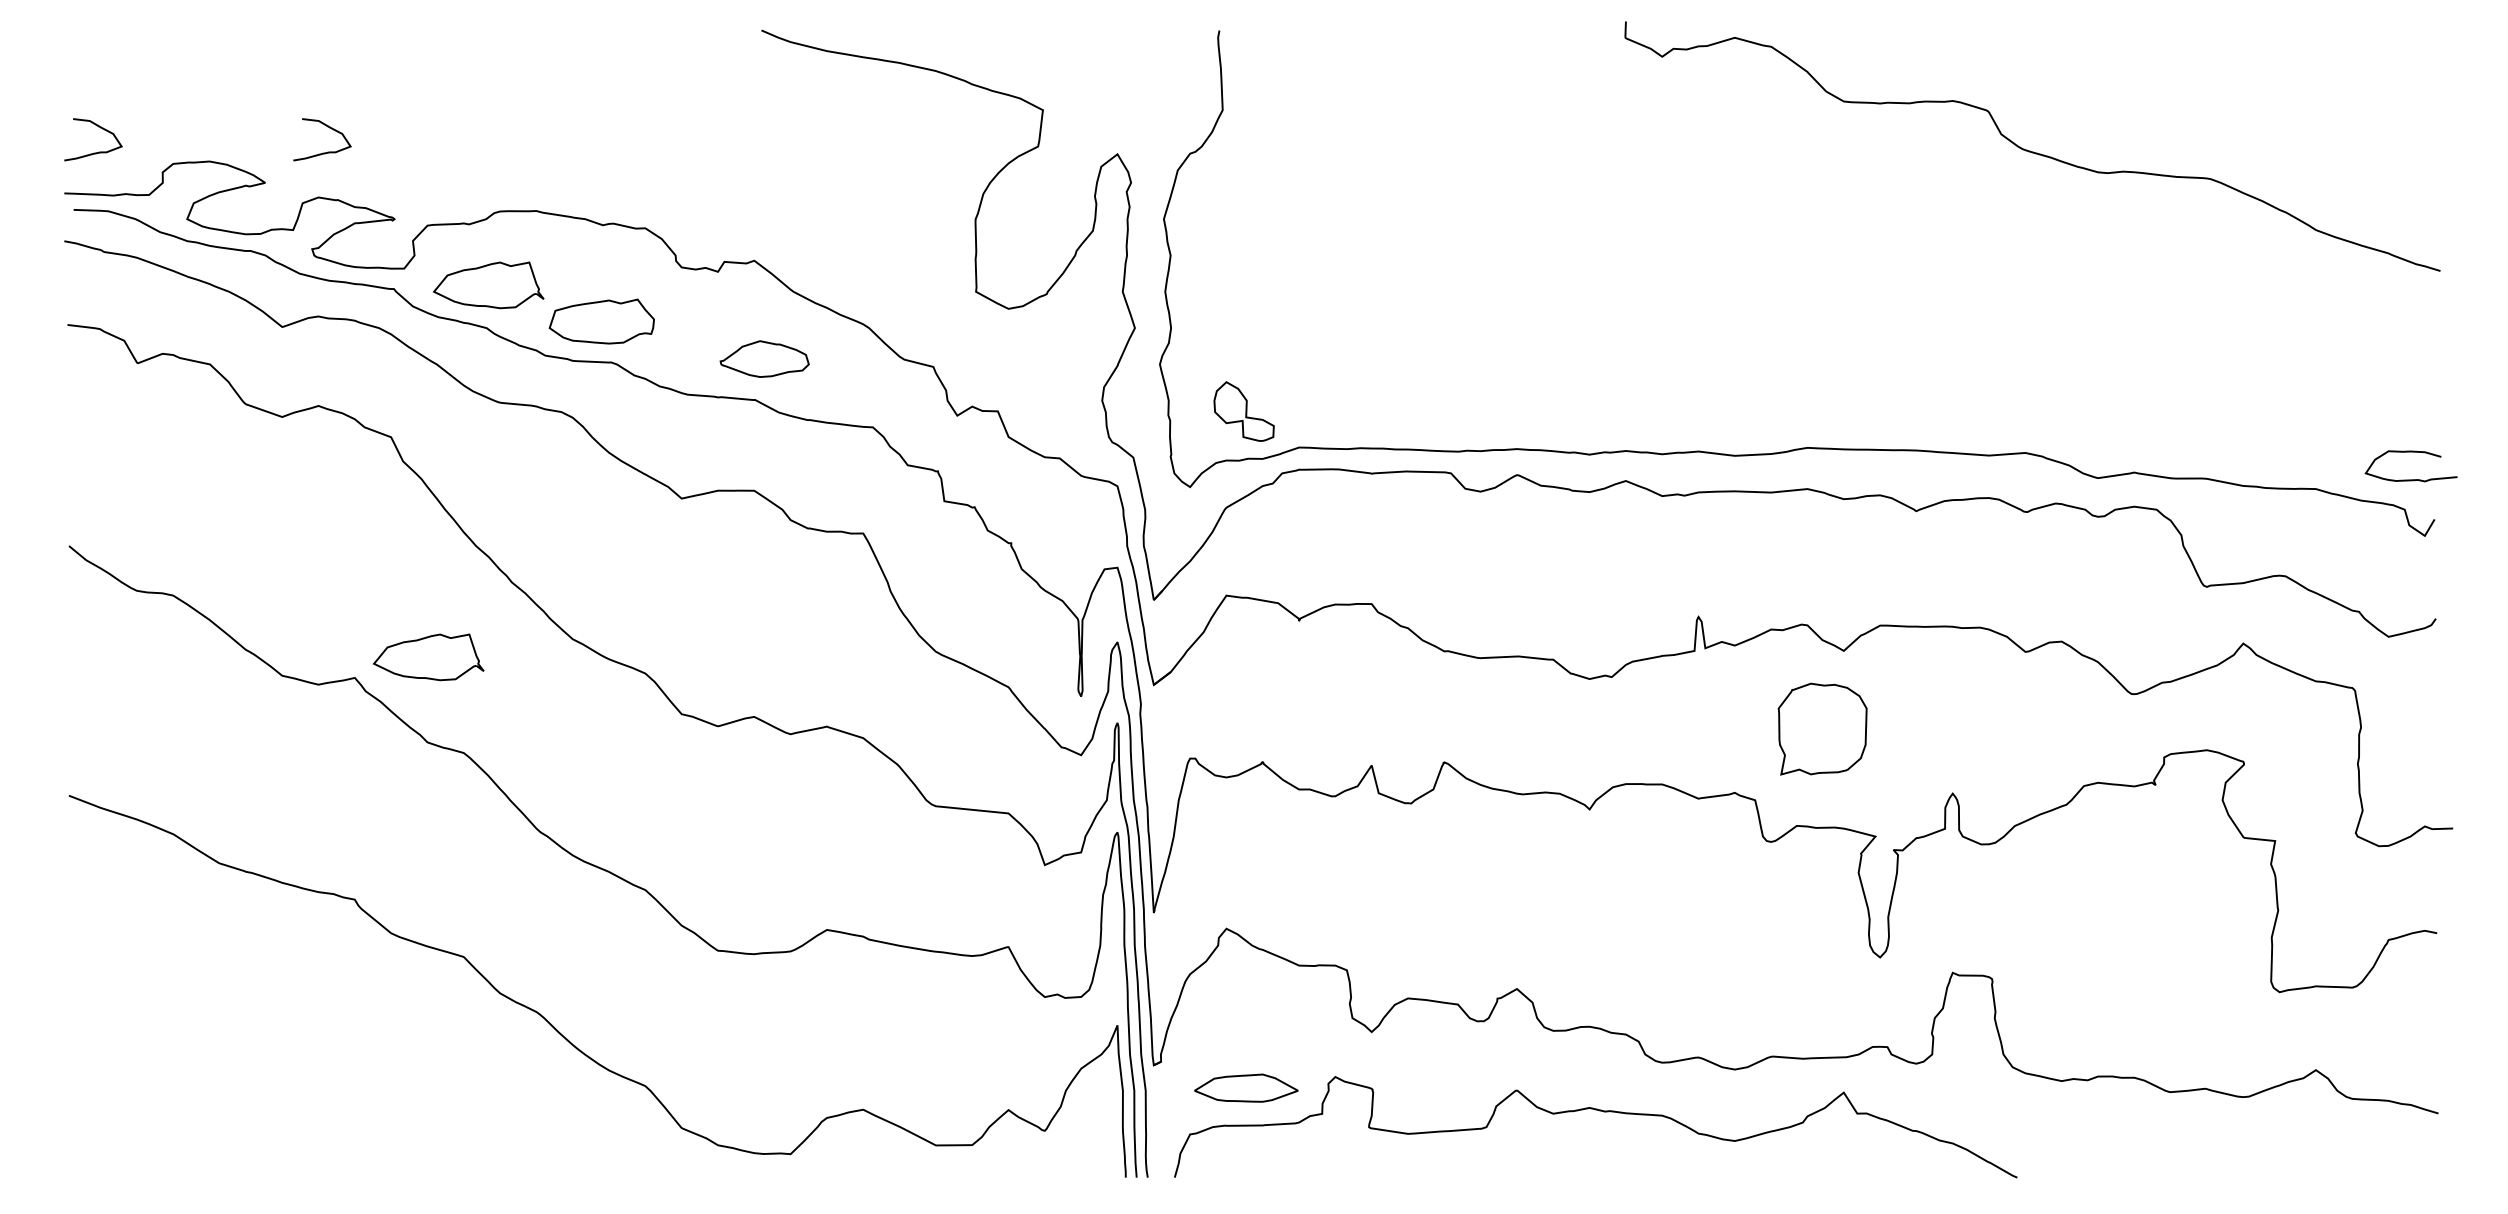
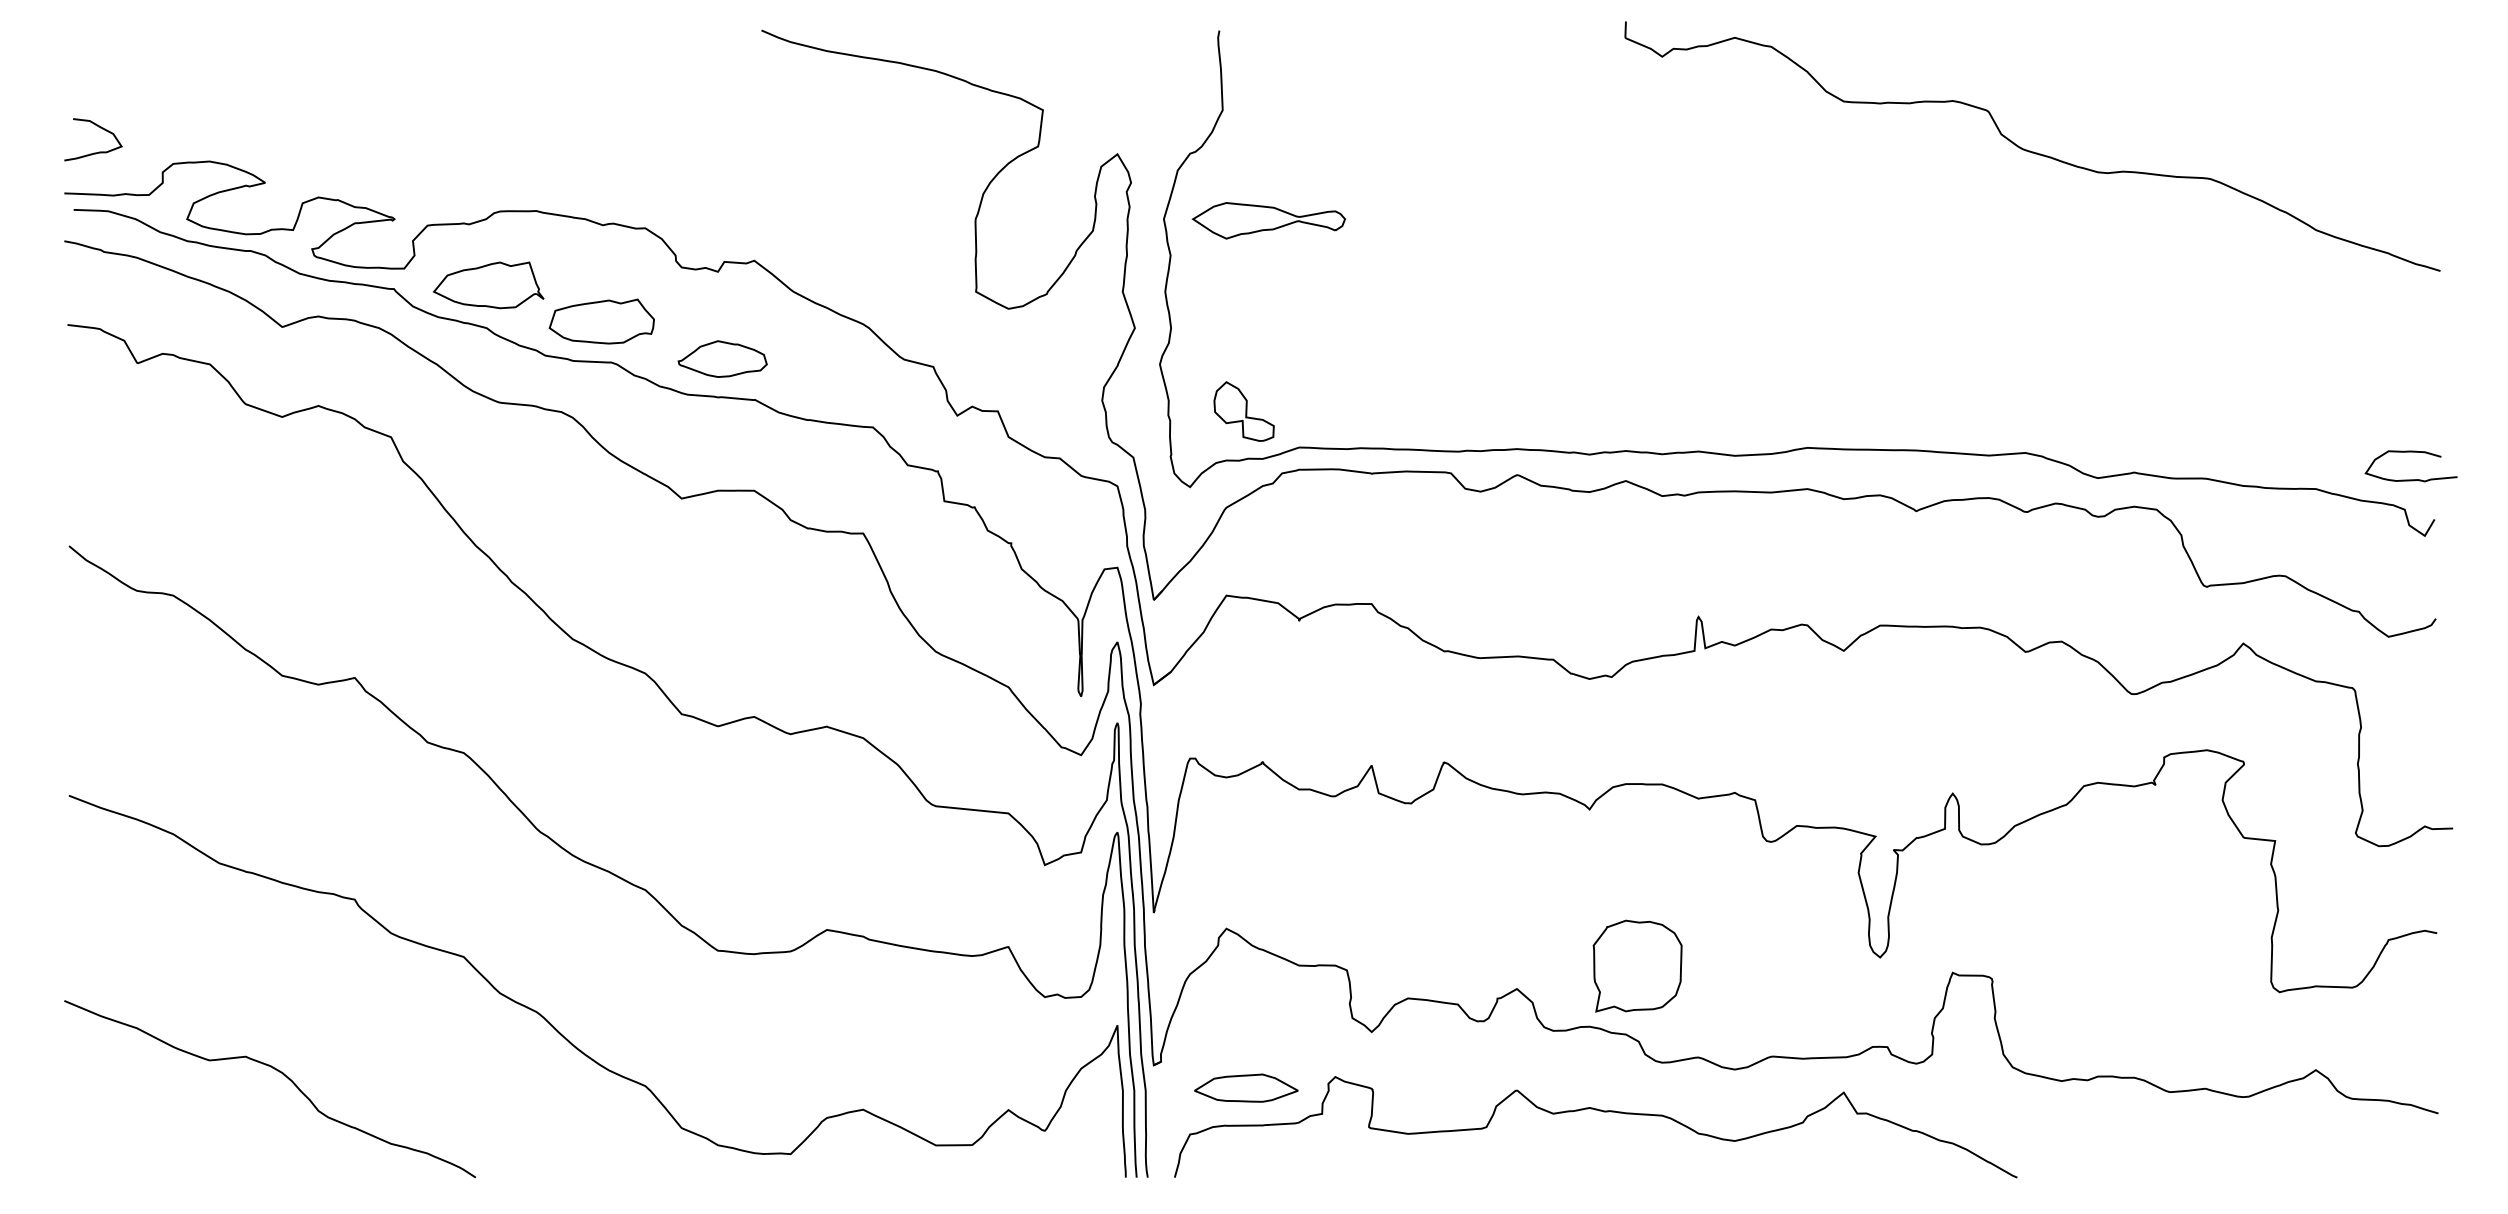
curve at (327, 127): present -> none
part at (1268, 220): none -> present
part at (764, 358) position: (764, 358) -> (722, 358)
part at (428, 657): present -> none
part at (1822, 728) position: (1822, 728) -> (1637, 965)
curve at (277, 1071): none -> present
